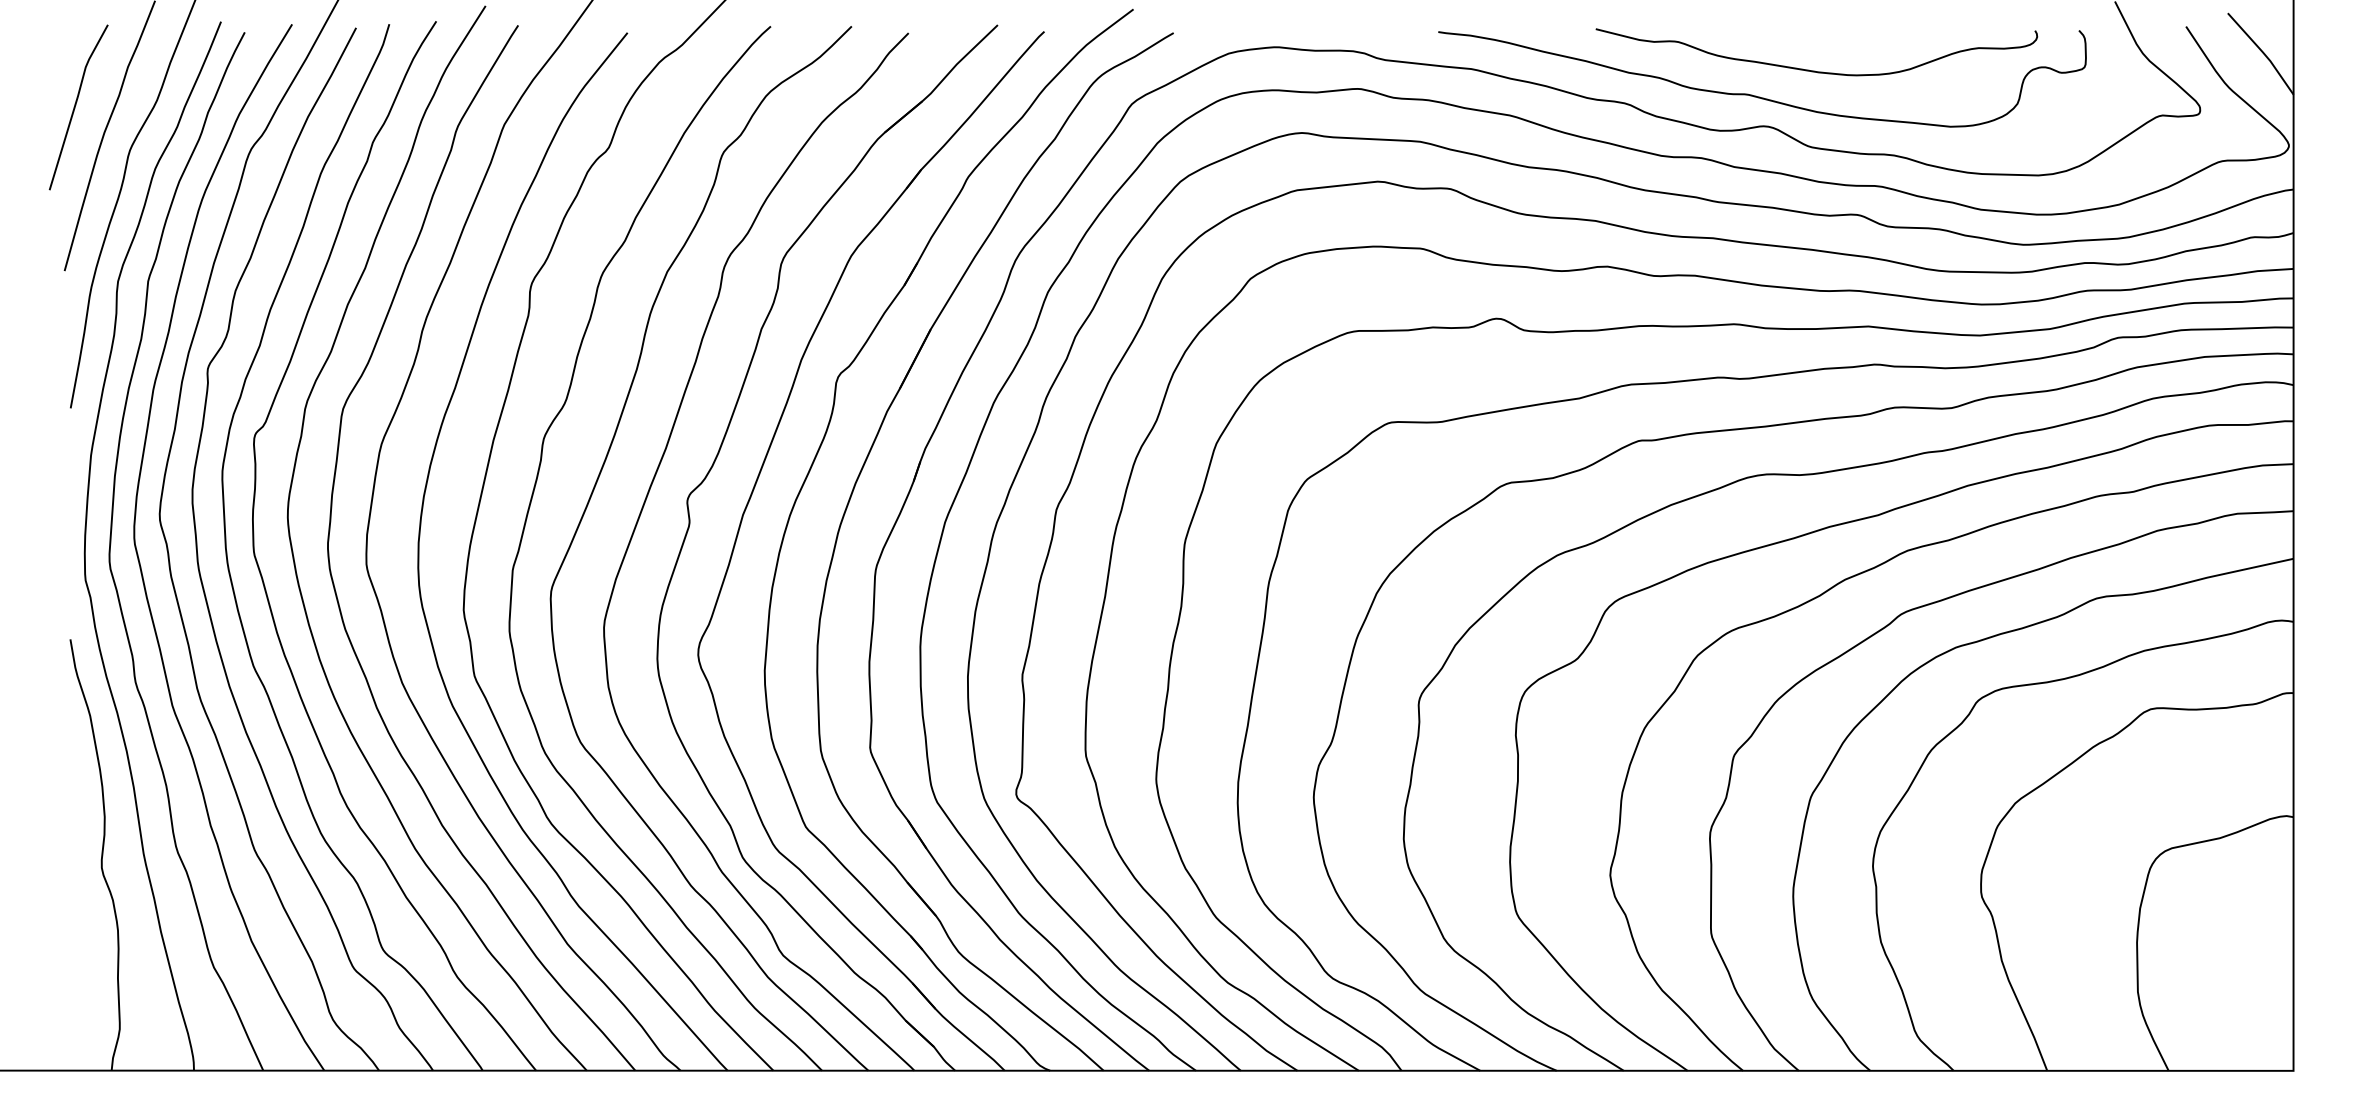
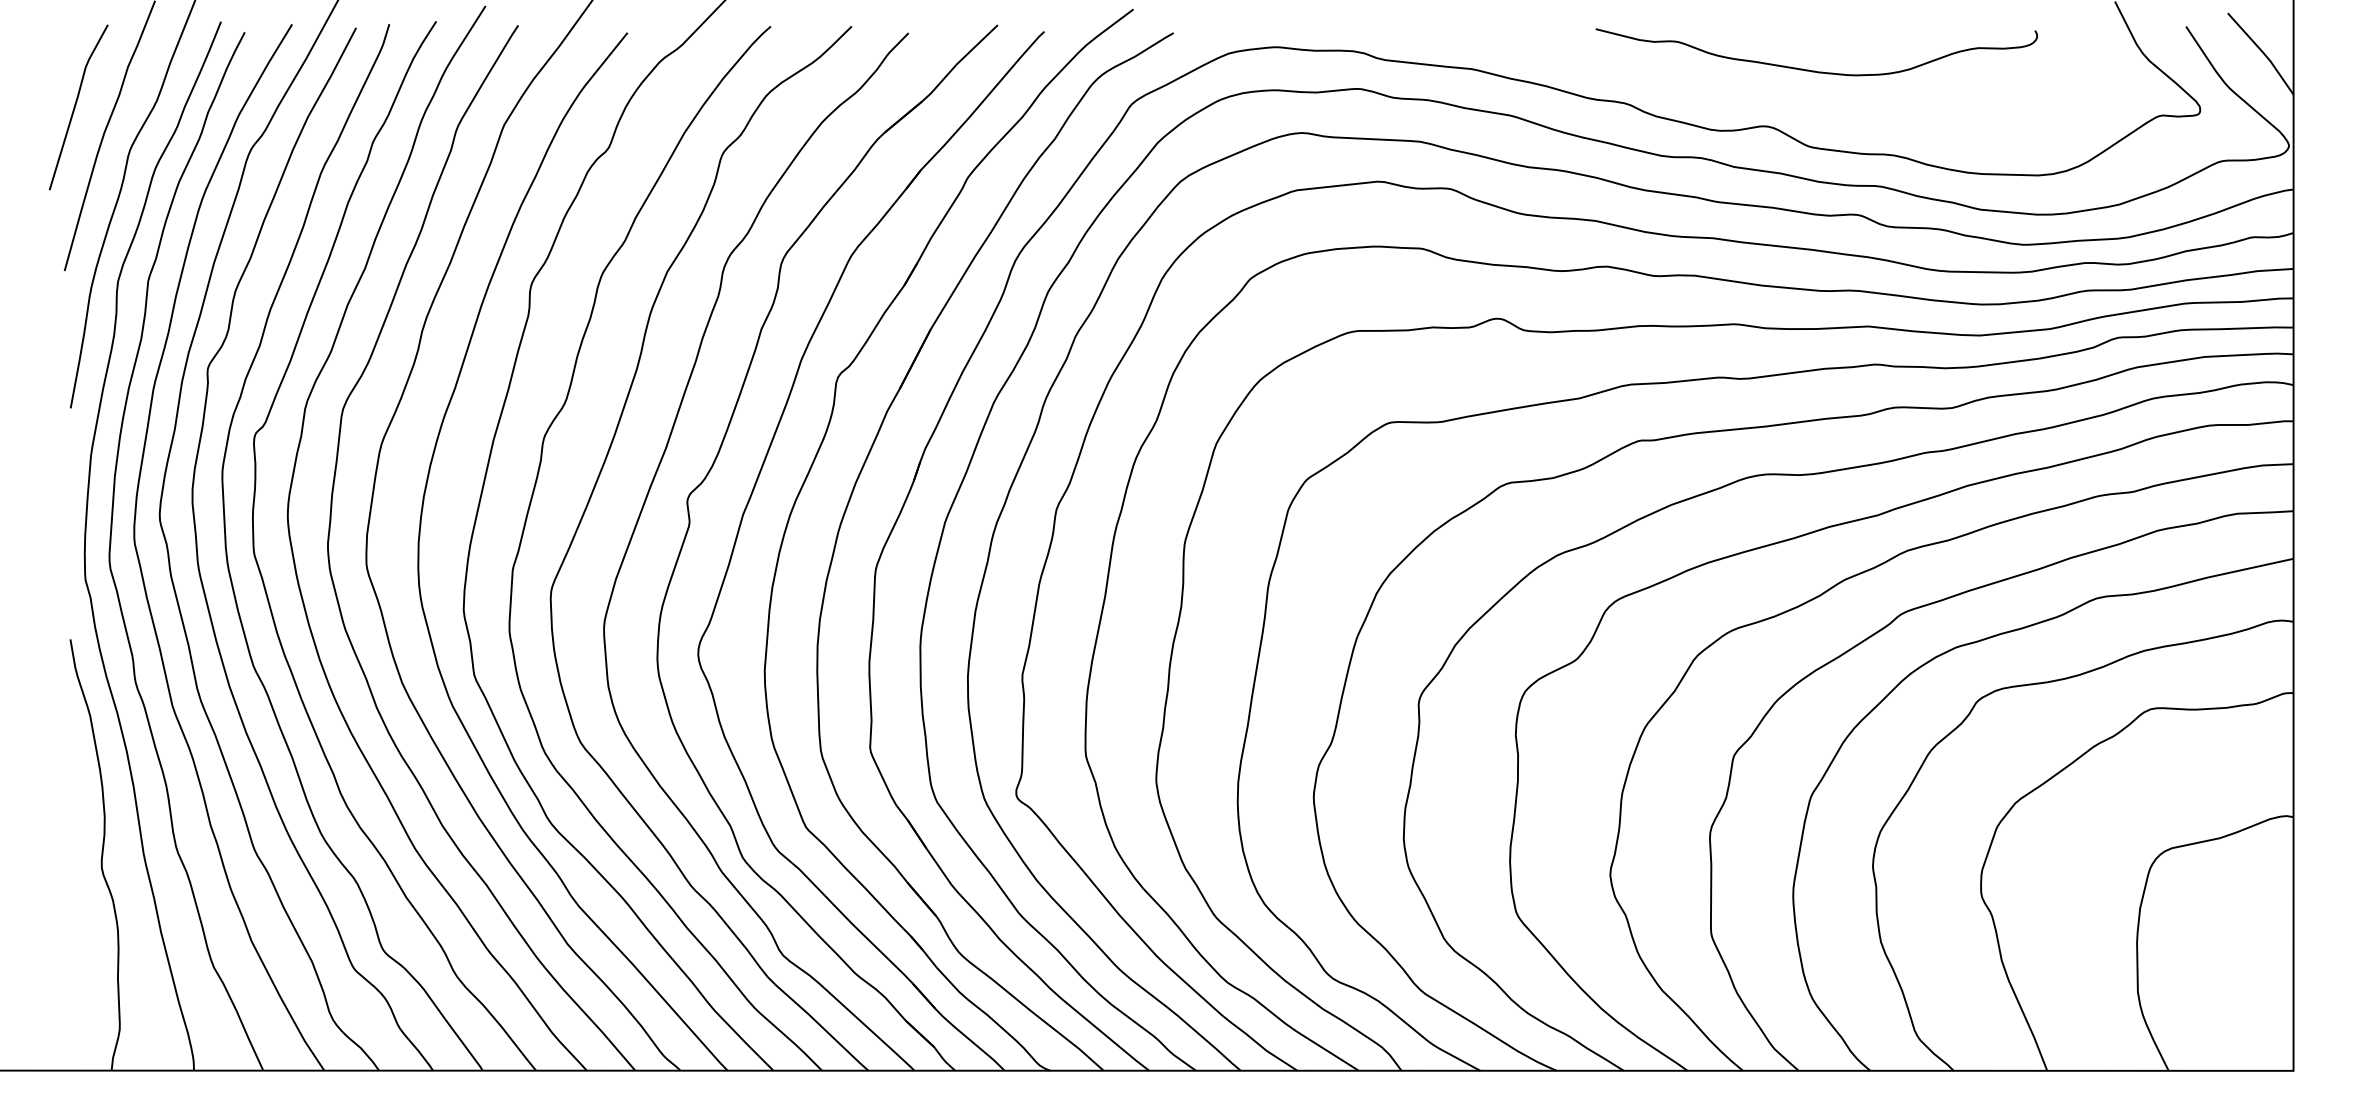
curve at (1756, 95): present -> none
